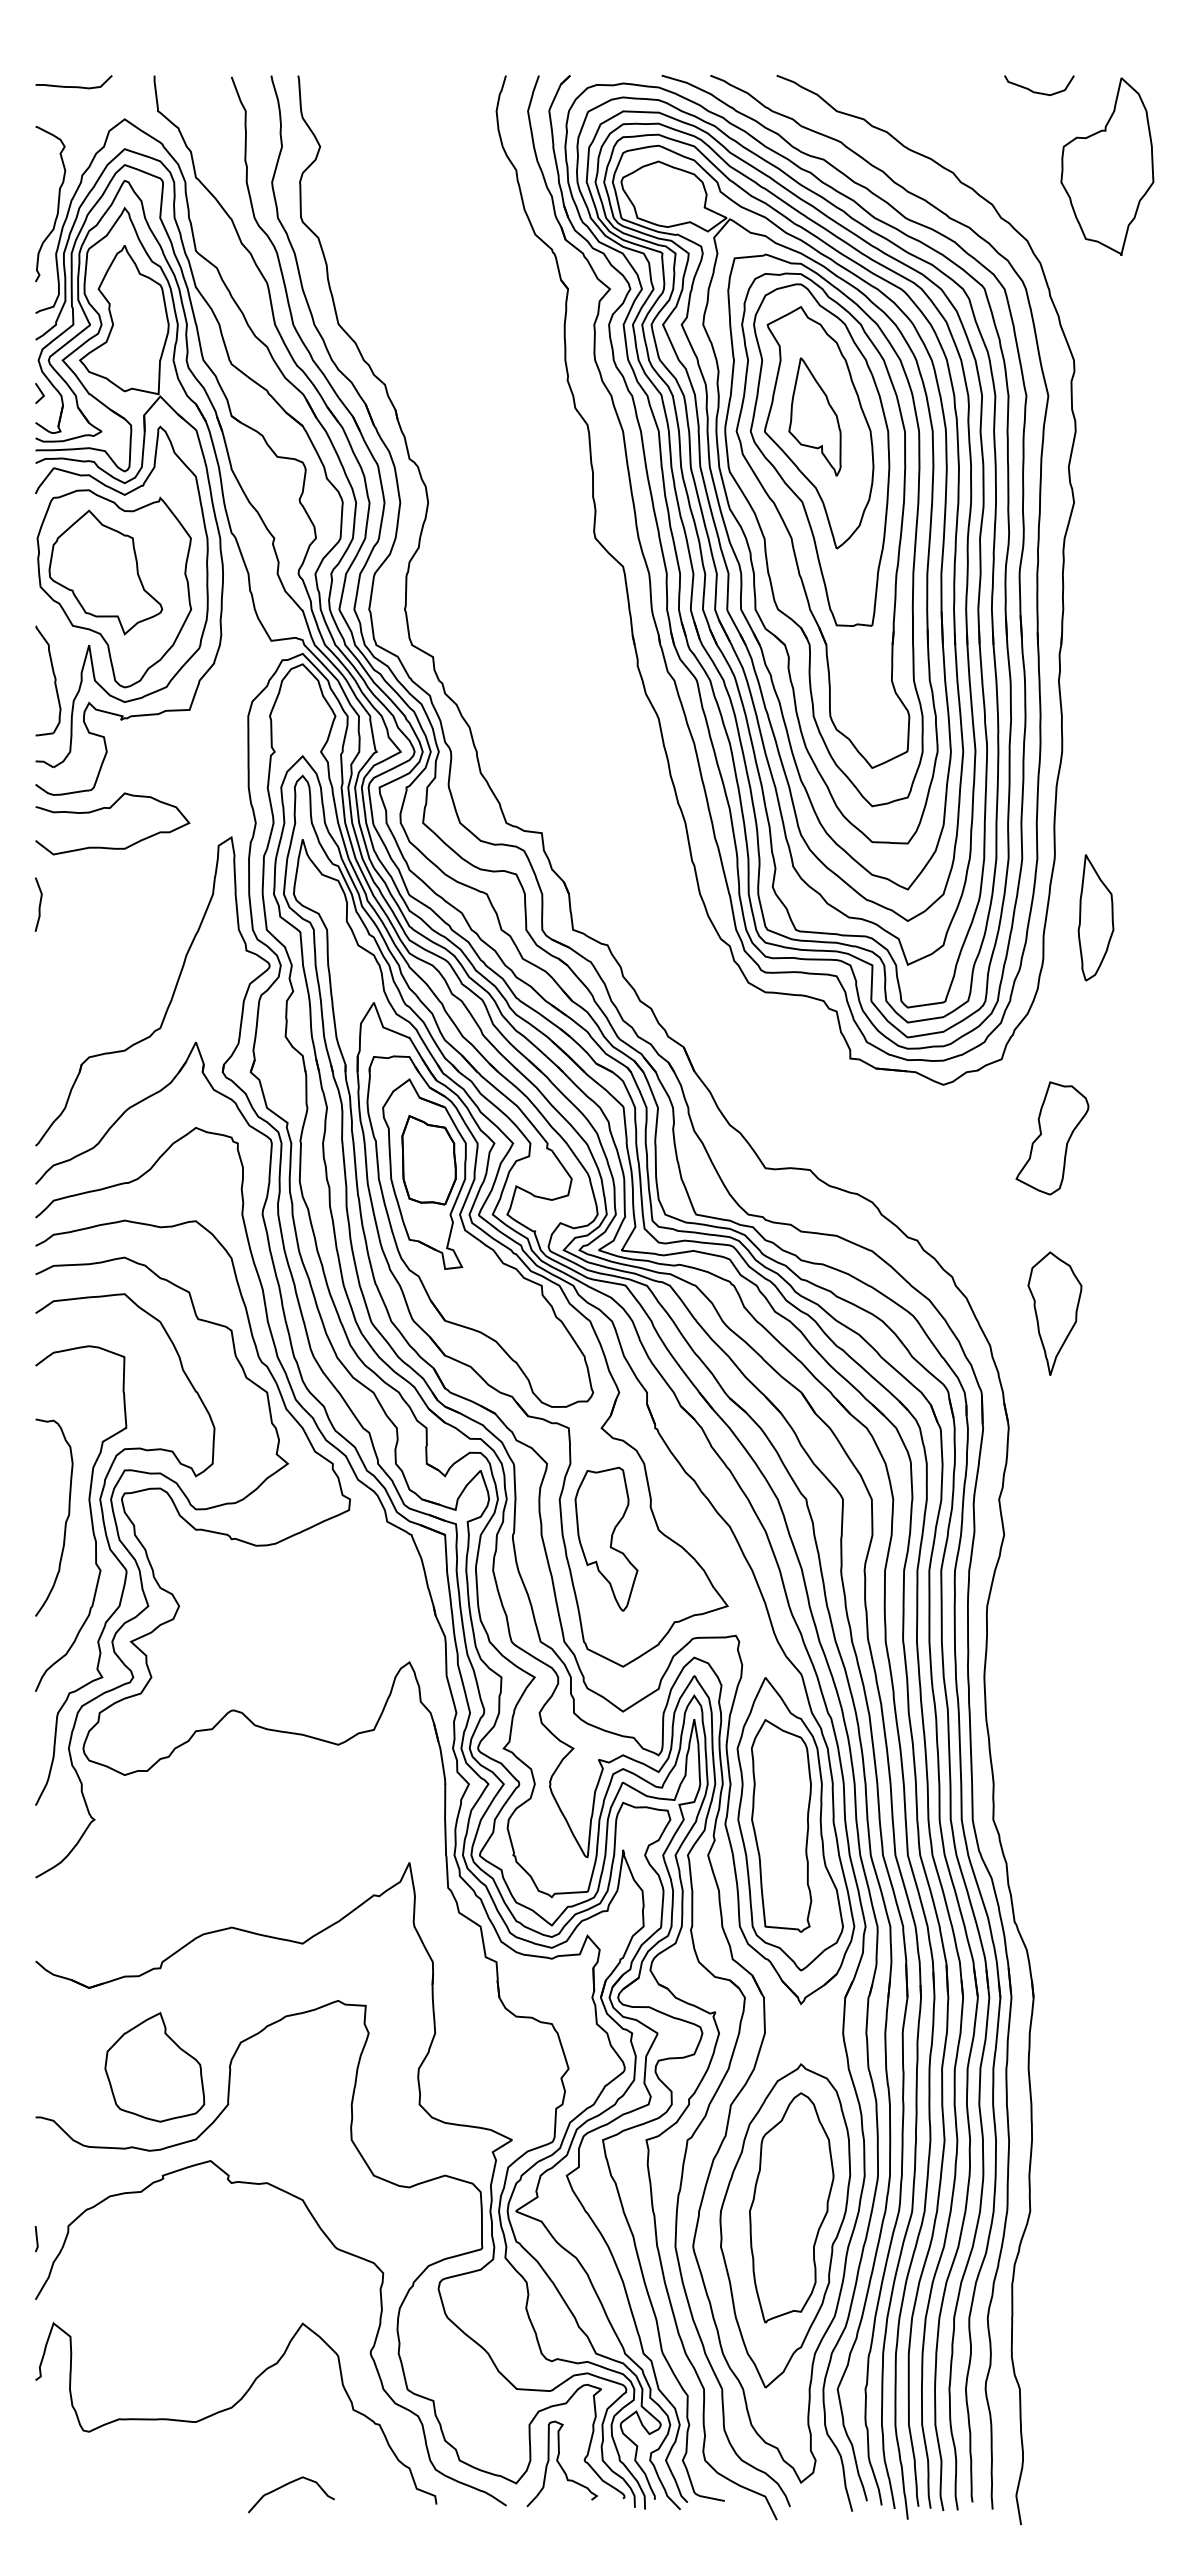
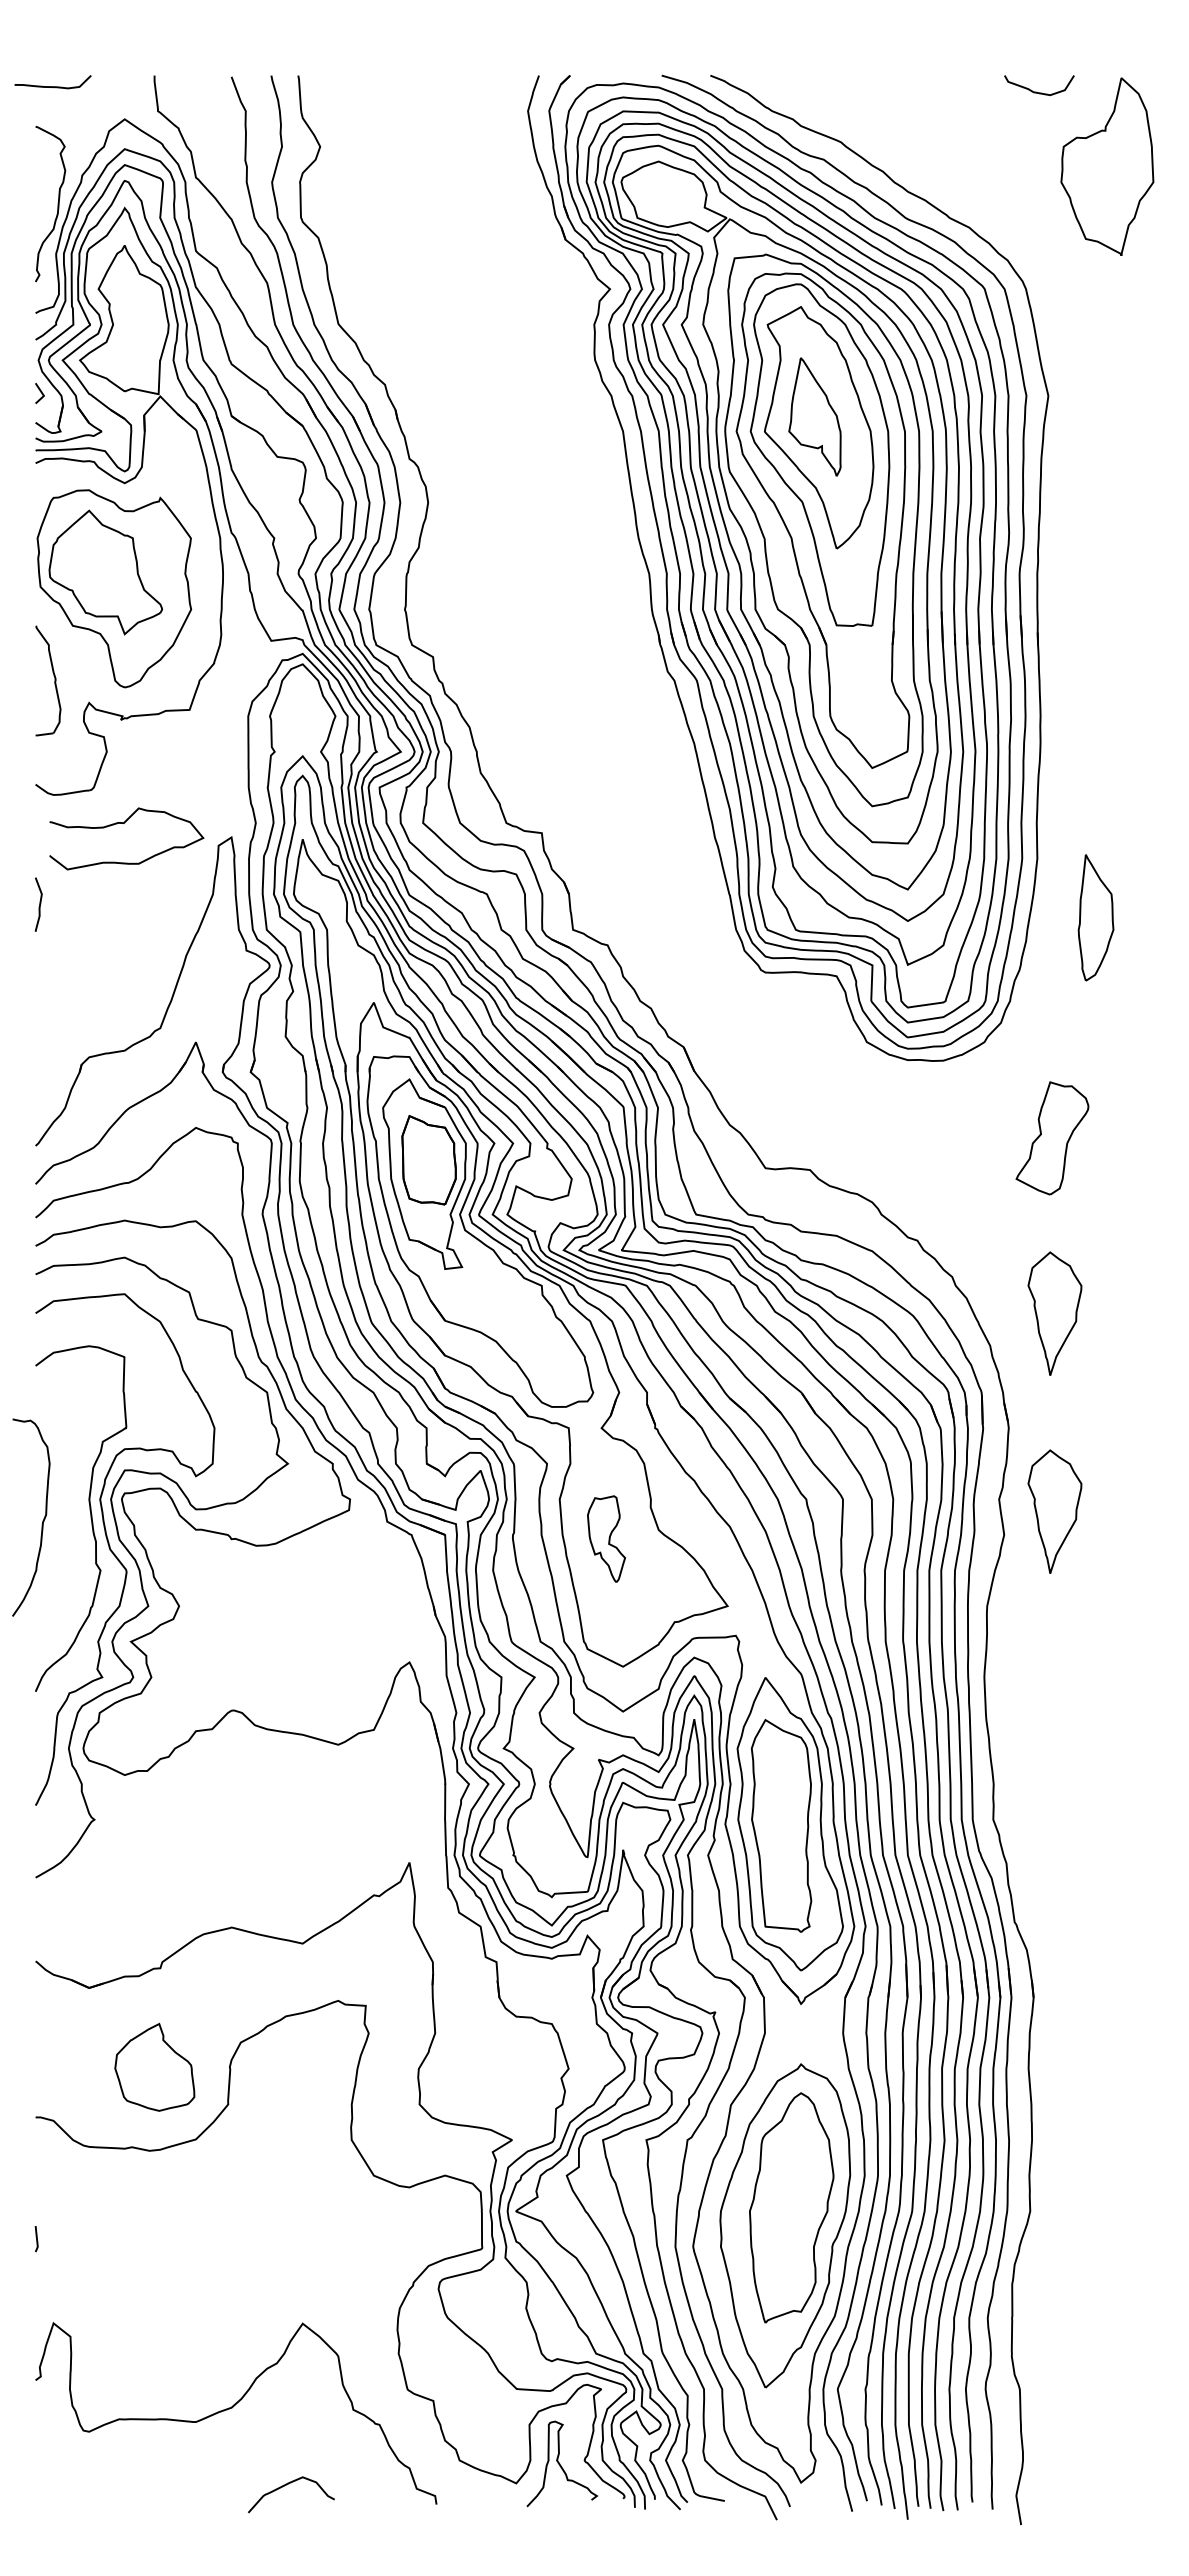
curve at (73, 86) position: (73, 86) -> (52, 86)
part at (629, 598): present -> none
part at (90, 645): present -> none
curve at (110, 808) position: (110, 808) -> (124, 823)
part at (1054, 1511): none -> present
curve at (65, 1520) position: (65, 1520) -> (42, 1520)
part at (606, 1538) size: 65x146 px -> 39x88 px
part at (154, 2067) size: 102x111 px -> 82x90 px
curve at (369, 2353): present -> none
